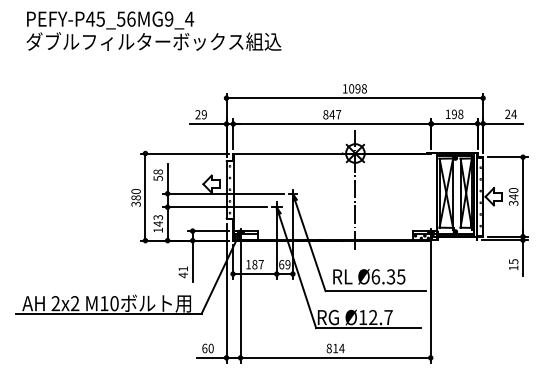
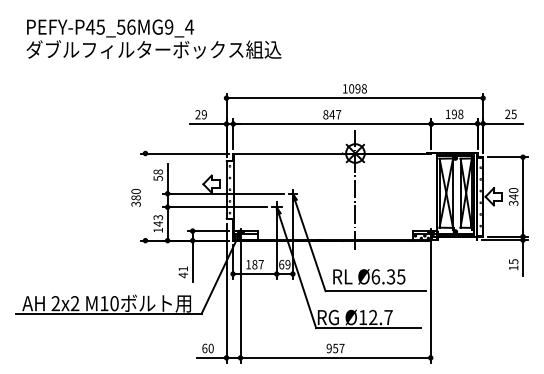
text at (153, 30) position: (153, 30) -> (153, 38)
text at (513, 114): 24 -> 25
line at (145, 196): present -> none
text at (335, 348): 814 -> 957
